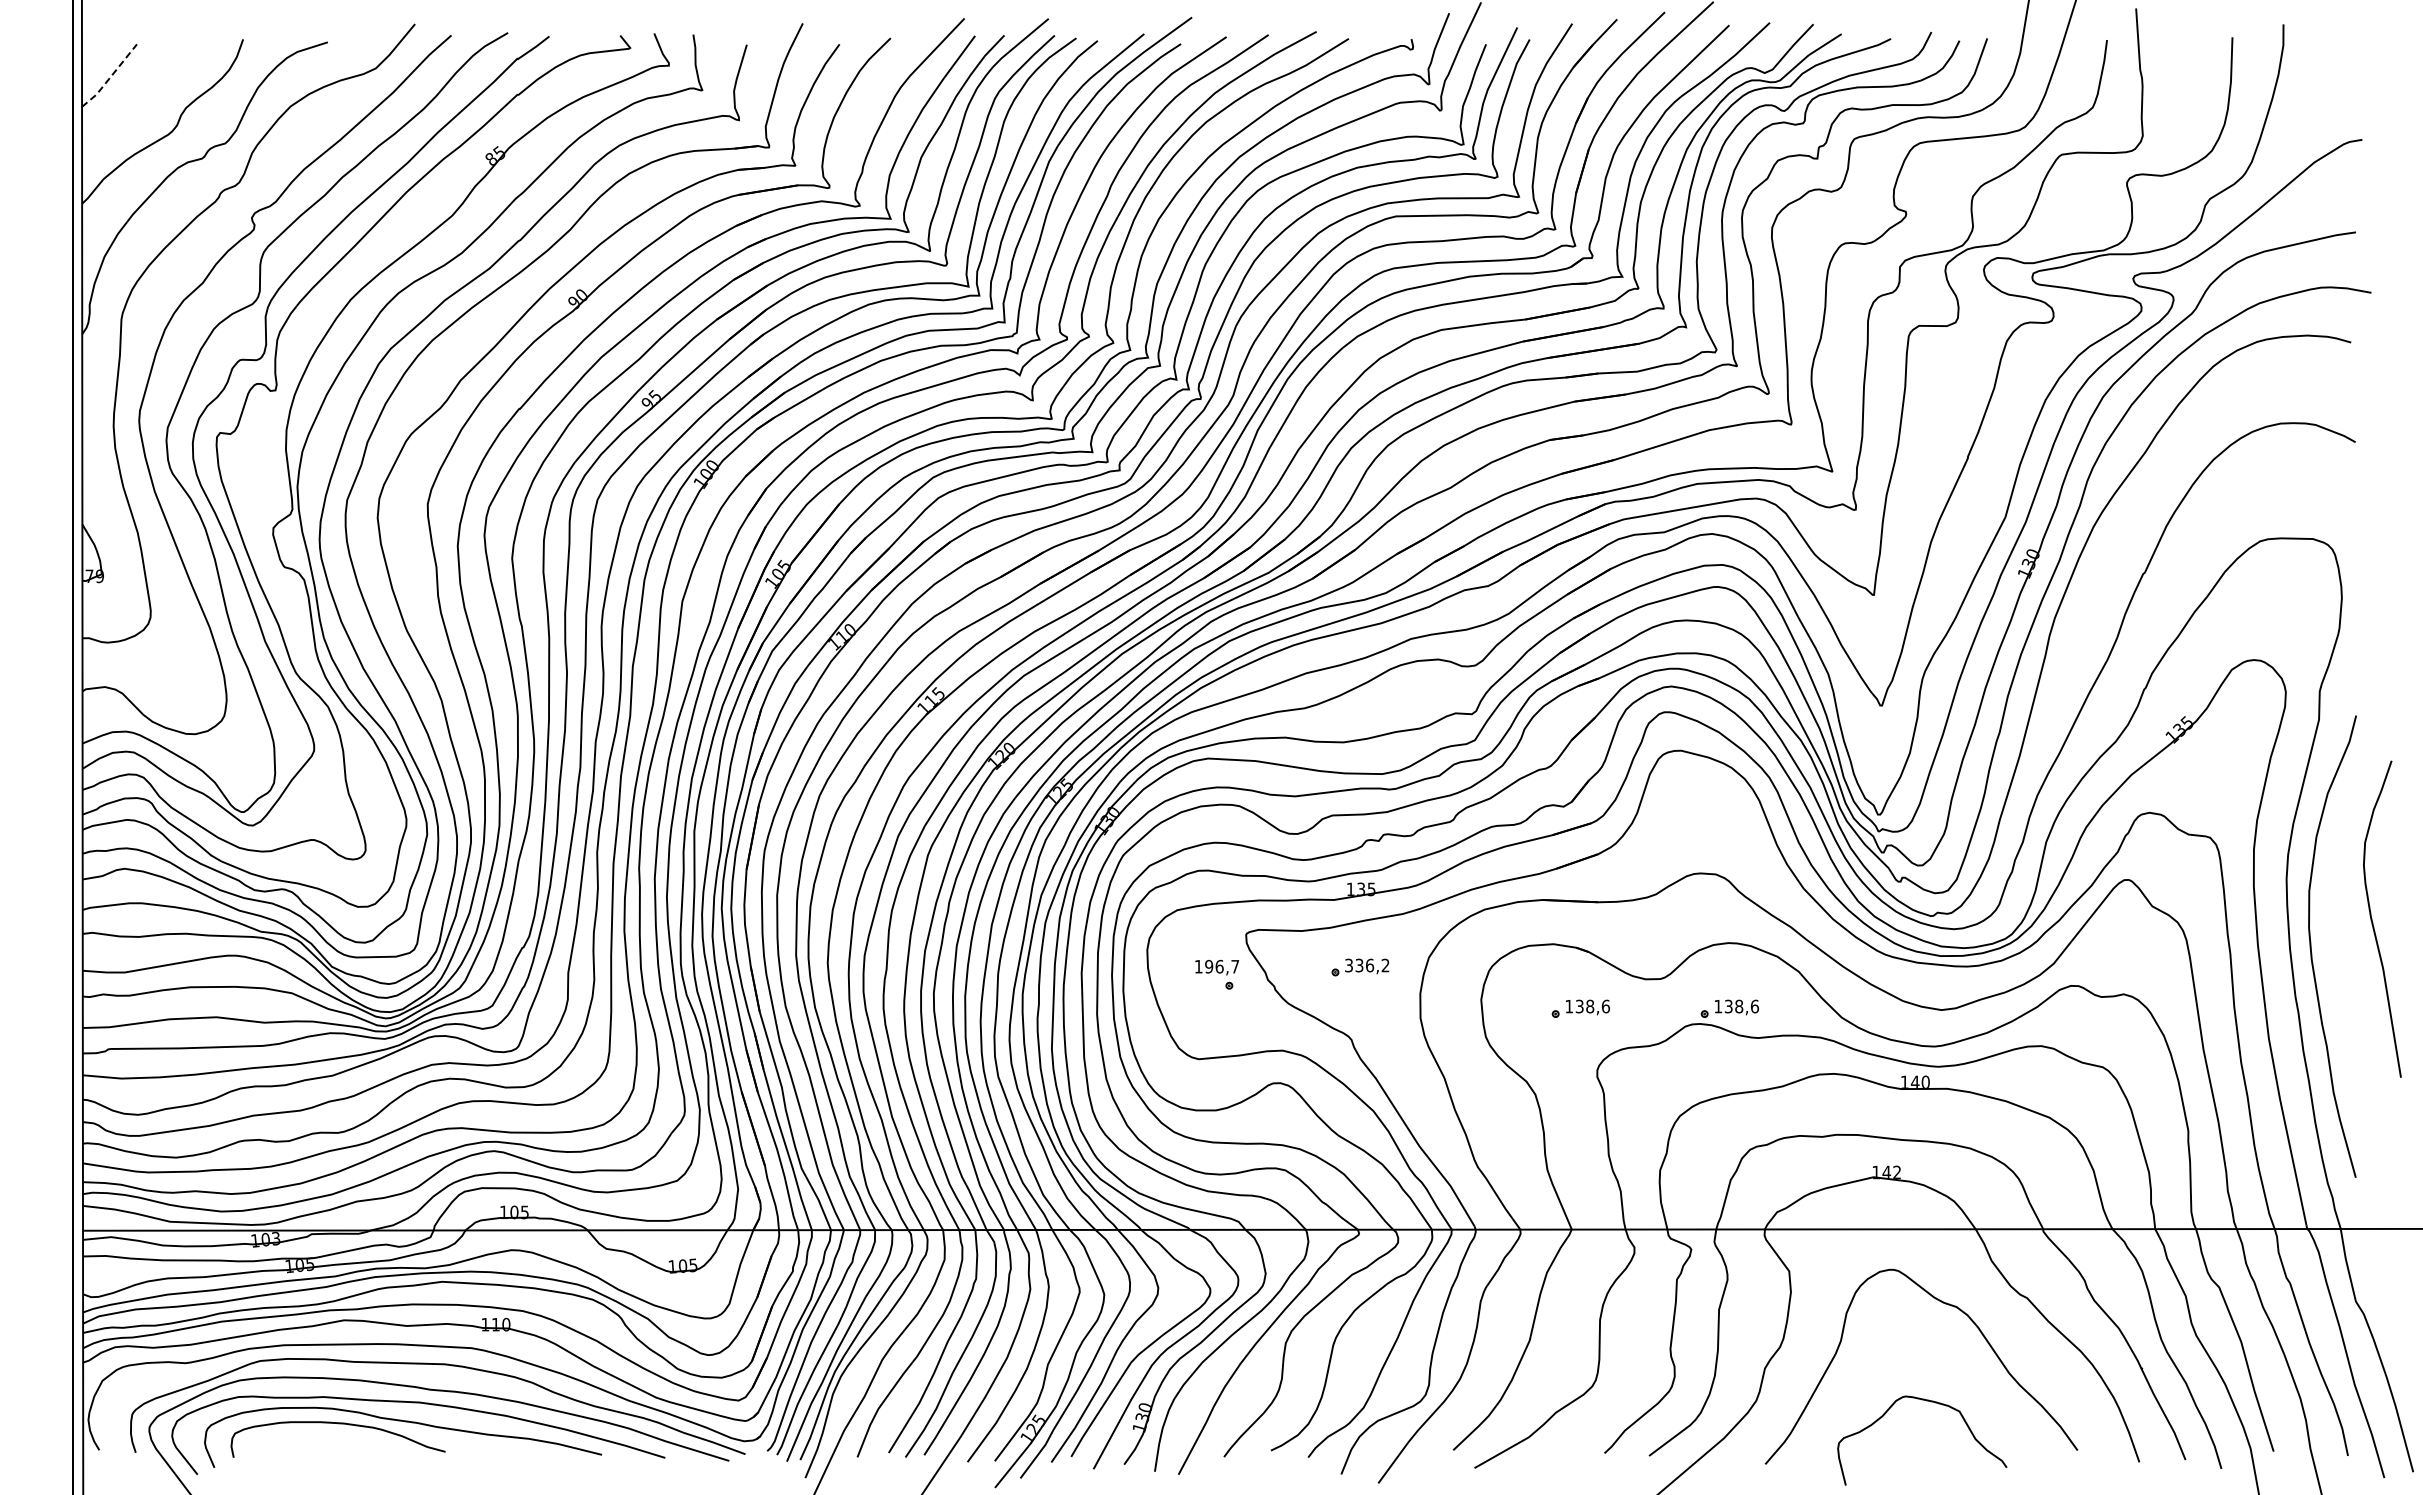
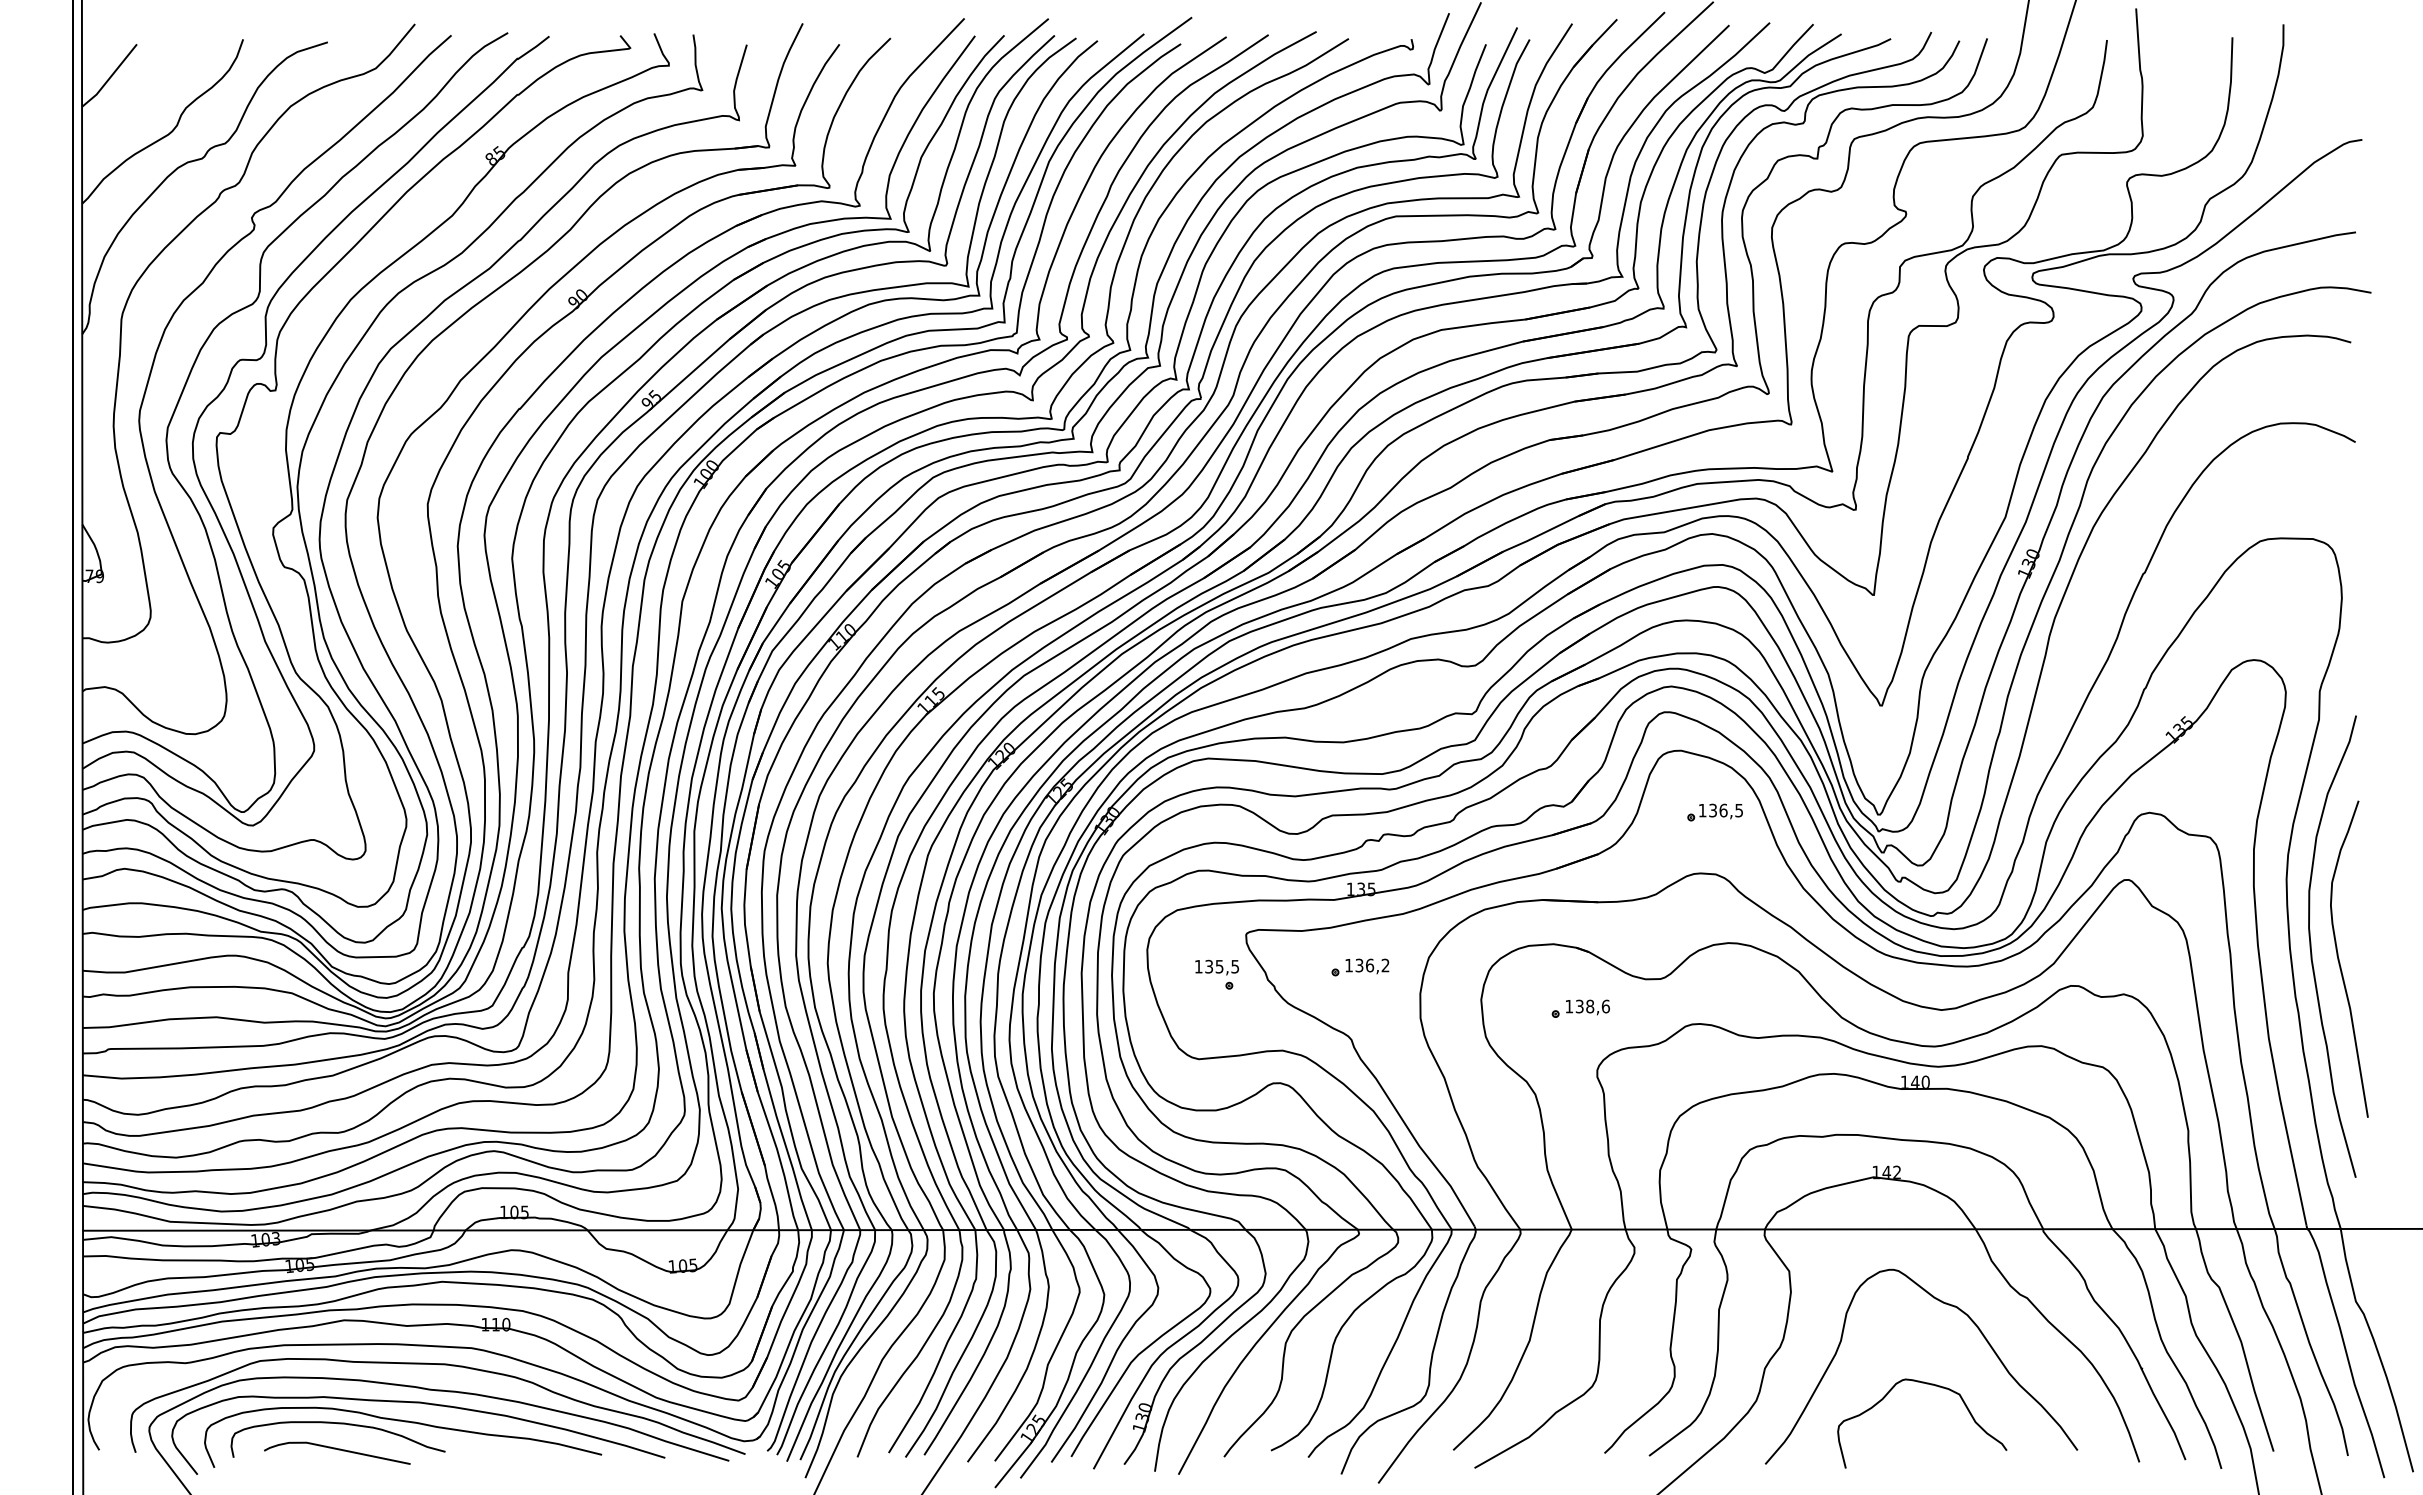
line at (110, 77): dashed -> solid
part at (1714, 812): none -> present
curve at (2373, 922) position: (2373, 922) -> (2340, 962)
text at (1348, 965): 336,2 -> 136,2
text at (1222, 966): 196,7 -> 135,5
part at (1729, 1008): present -> none
curve at (1931, 1402) position: (1931, 1402) -> (1931, 1385)
curve at (338, 1450): none -> present
